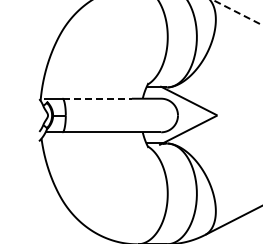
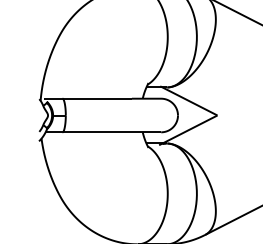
line at (237, 12): dashed -> solid
line at (97, 98): dashed -> solid
